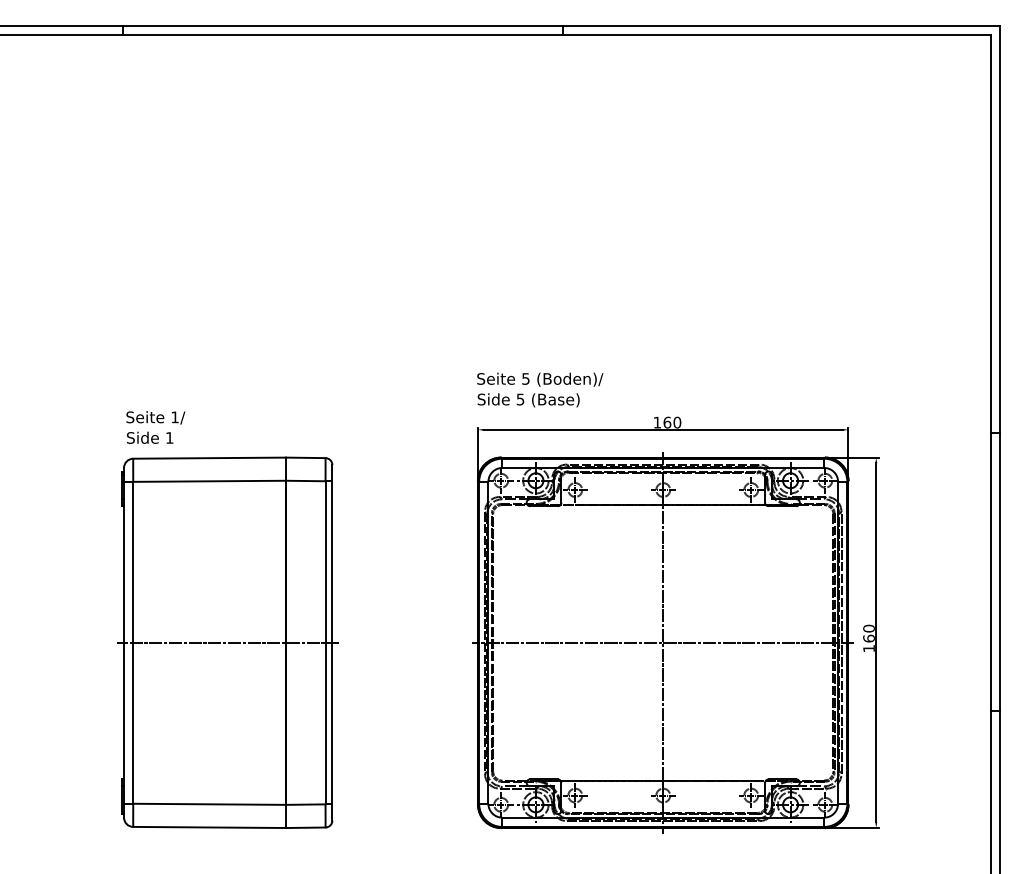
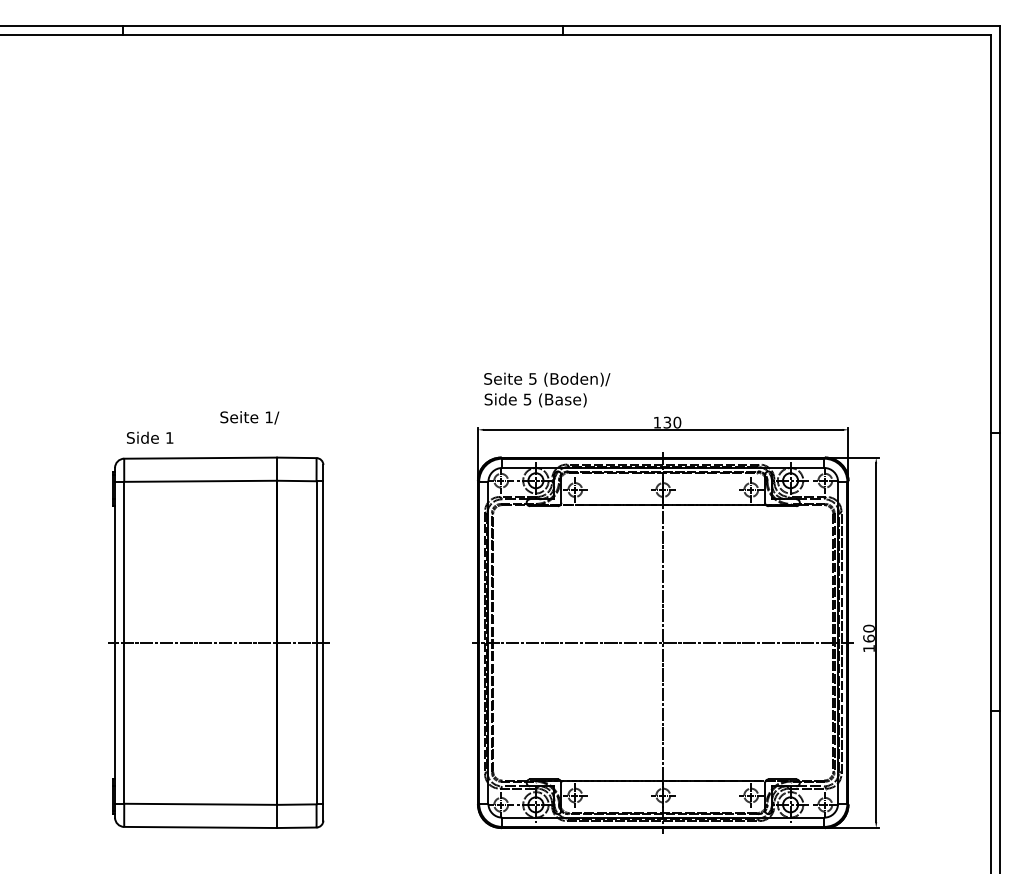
text at (540, 389) position: (540, 389) -> (547, 389)
text at (155, 417) position: (155, 417) -> (249, 417)
text at (667, 422): 160 -> 130
part at (227, 642) position: (227, 642) -> (218, 642)
